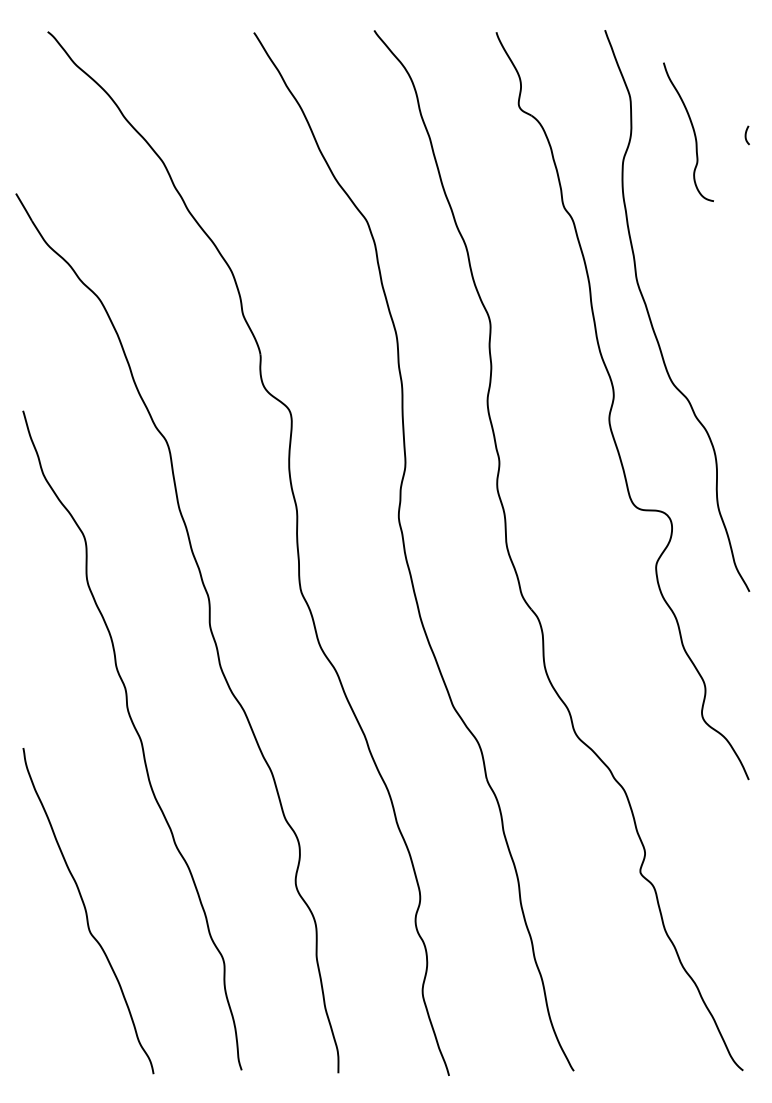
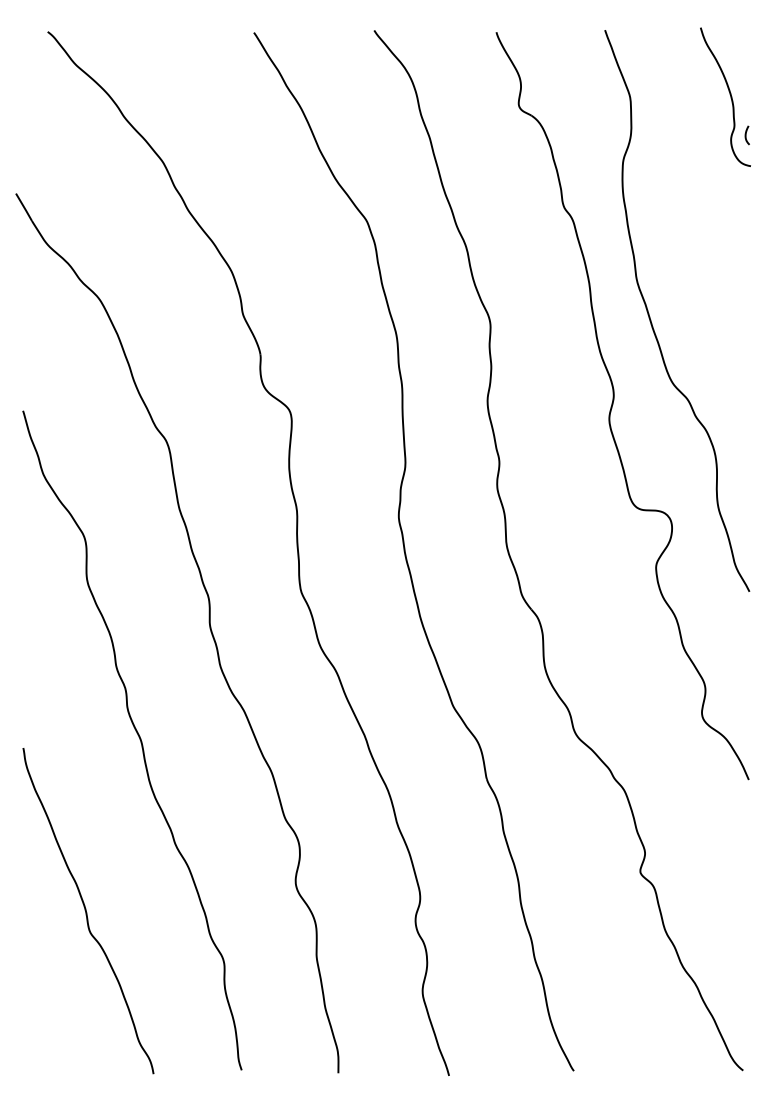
curve at (692, 129) position: (692, 129) -> (729, 94)
